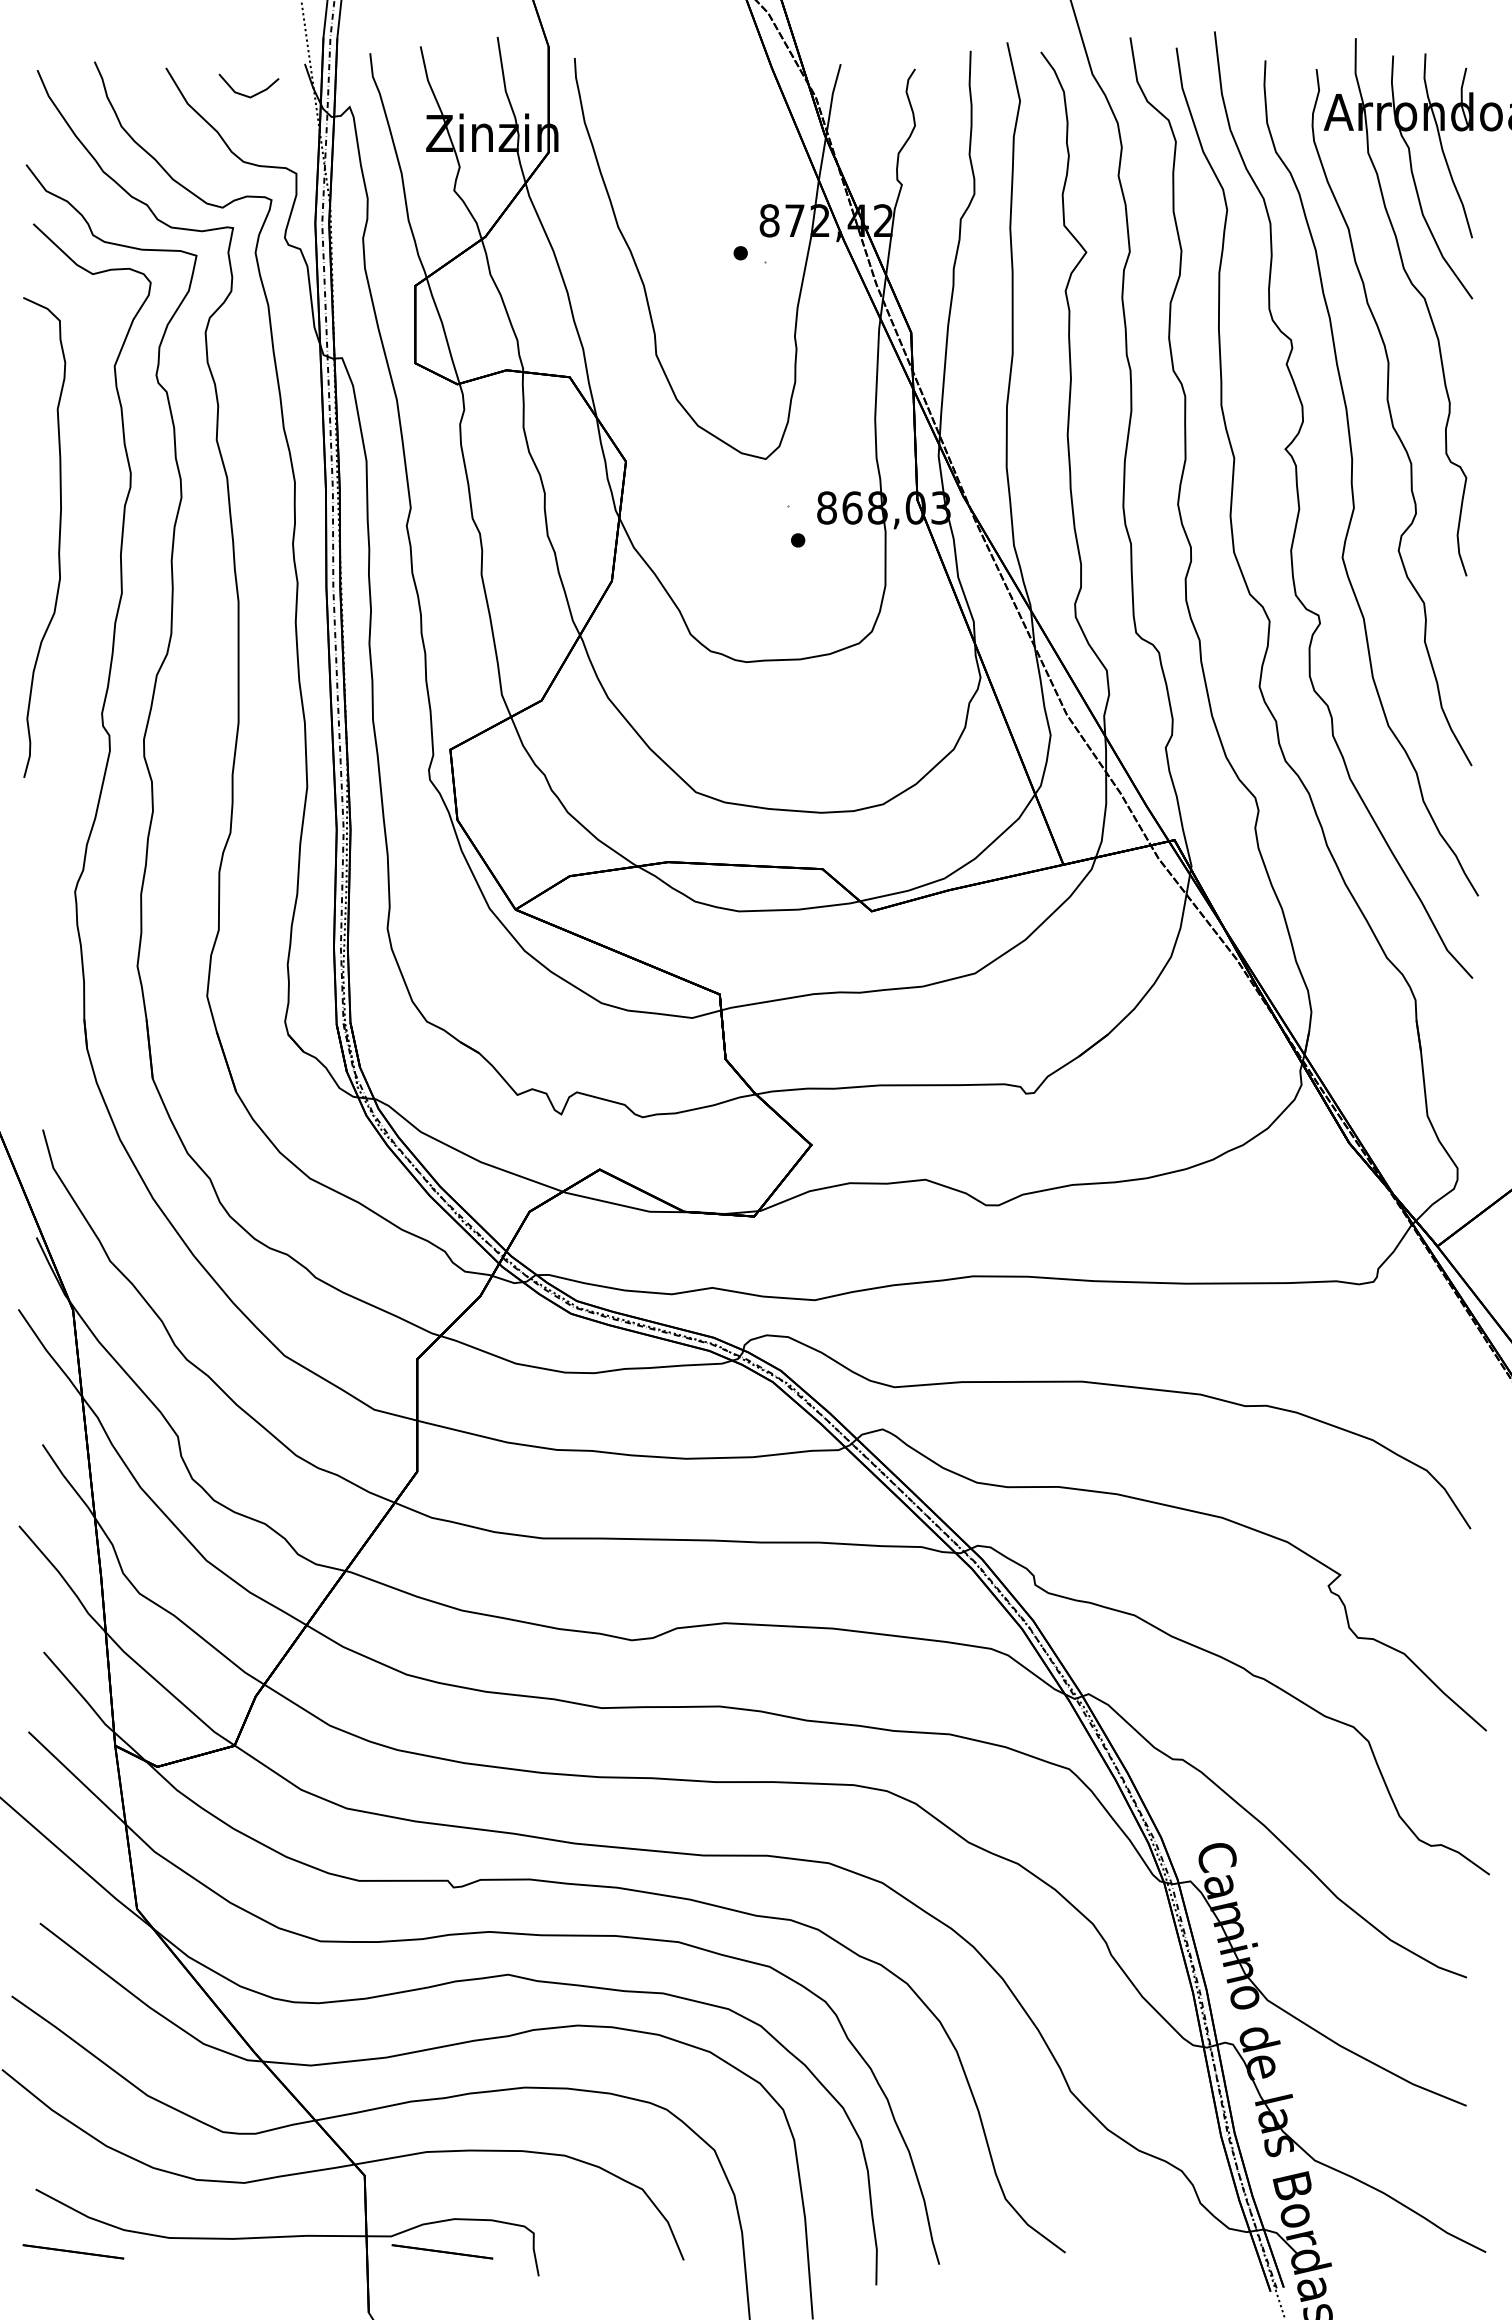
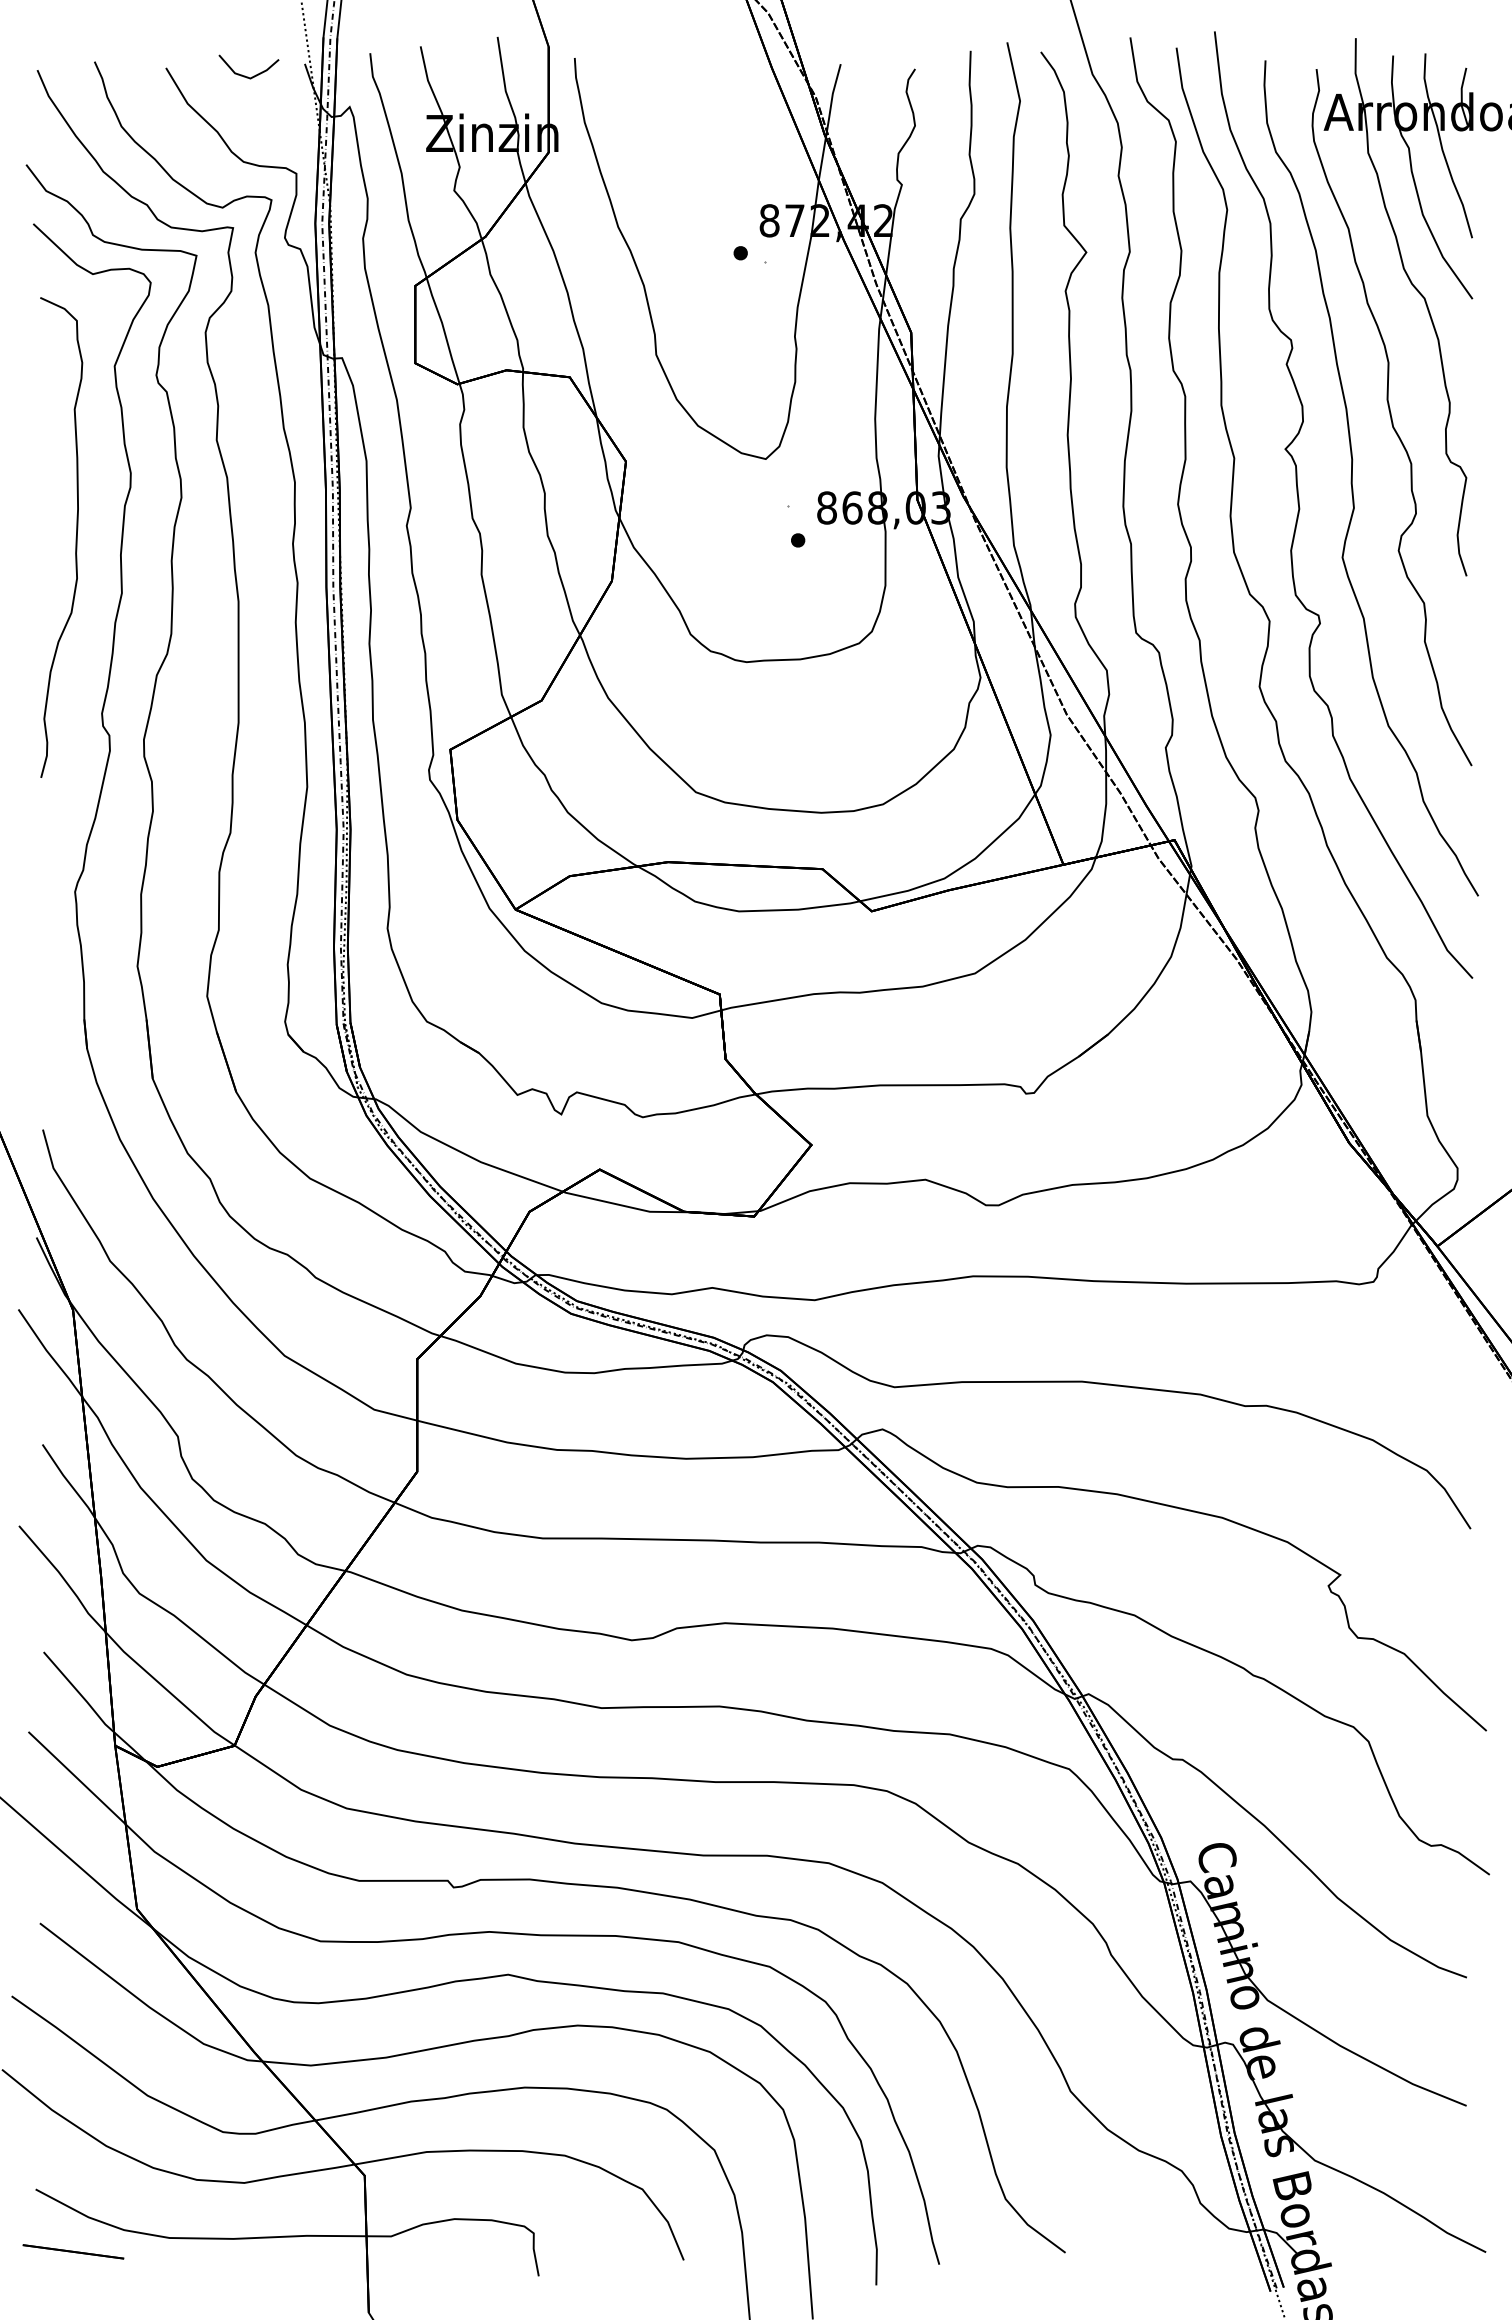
line at (245, 94) position: (245, 94) -> (245, 75)
curve at (58, 537) position: (58, 537) -> (75, 537)
line at (442, 2251): present -> none
